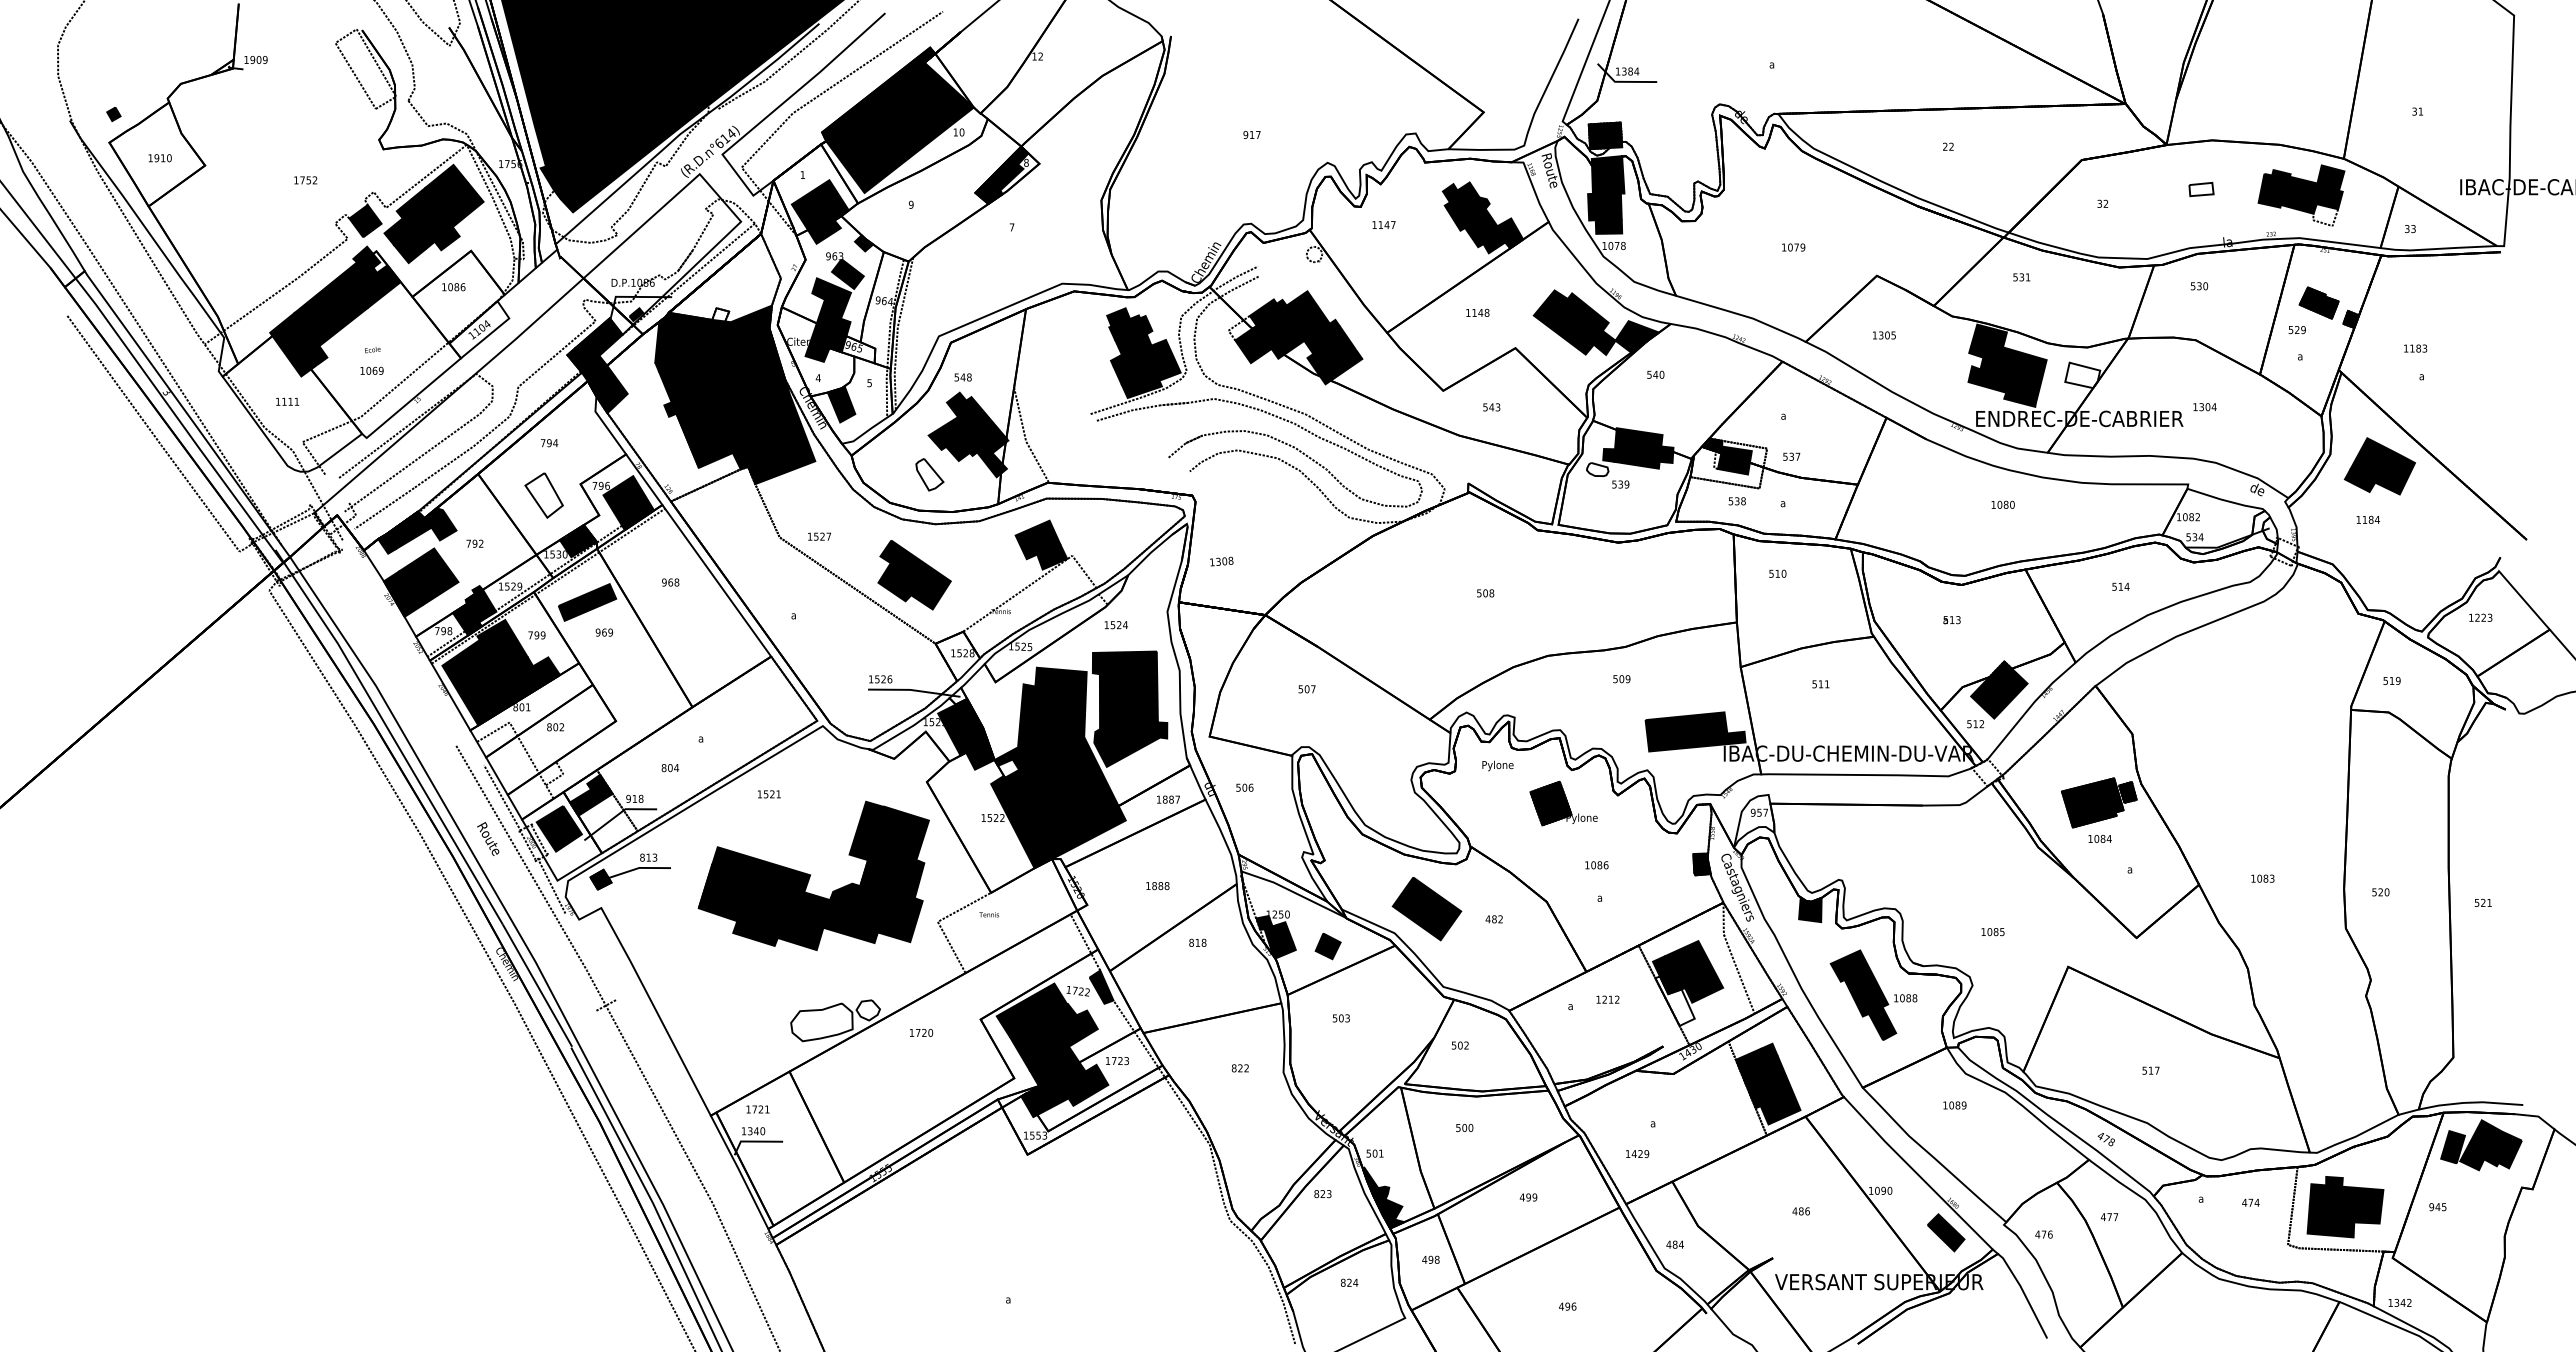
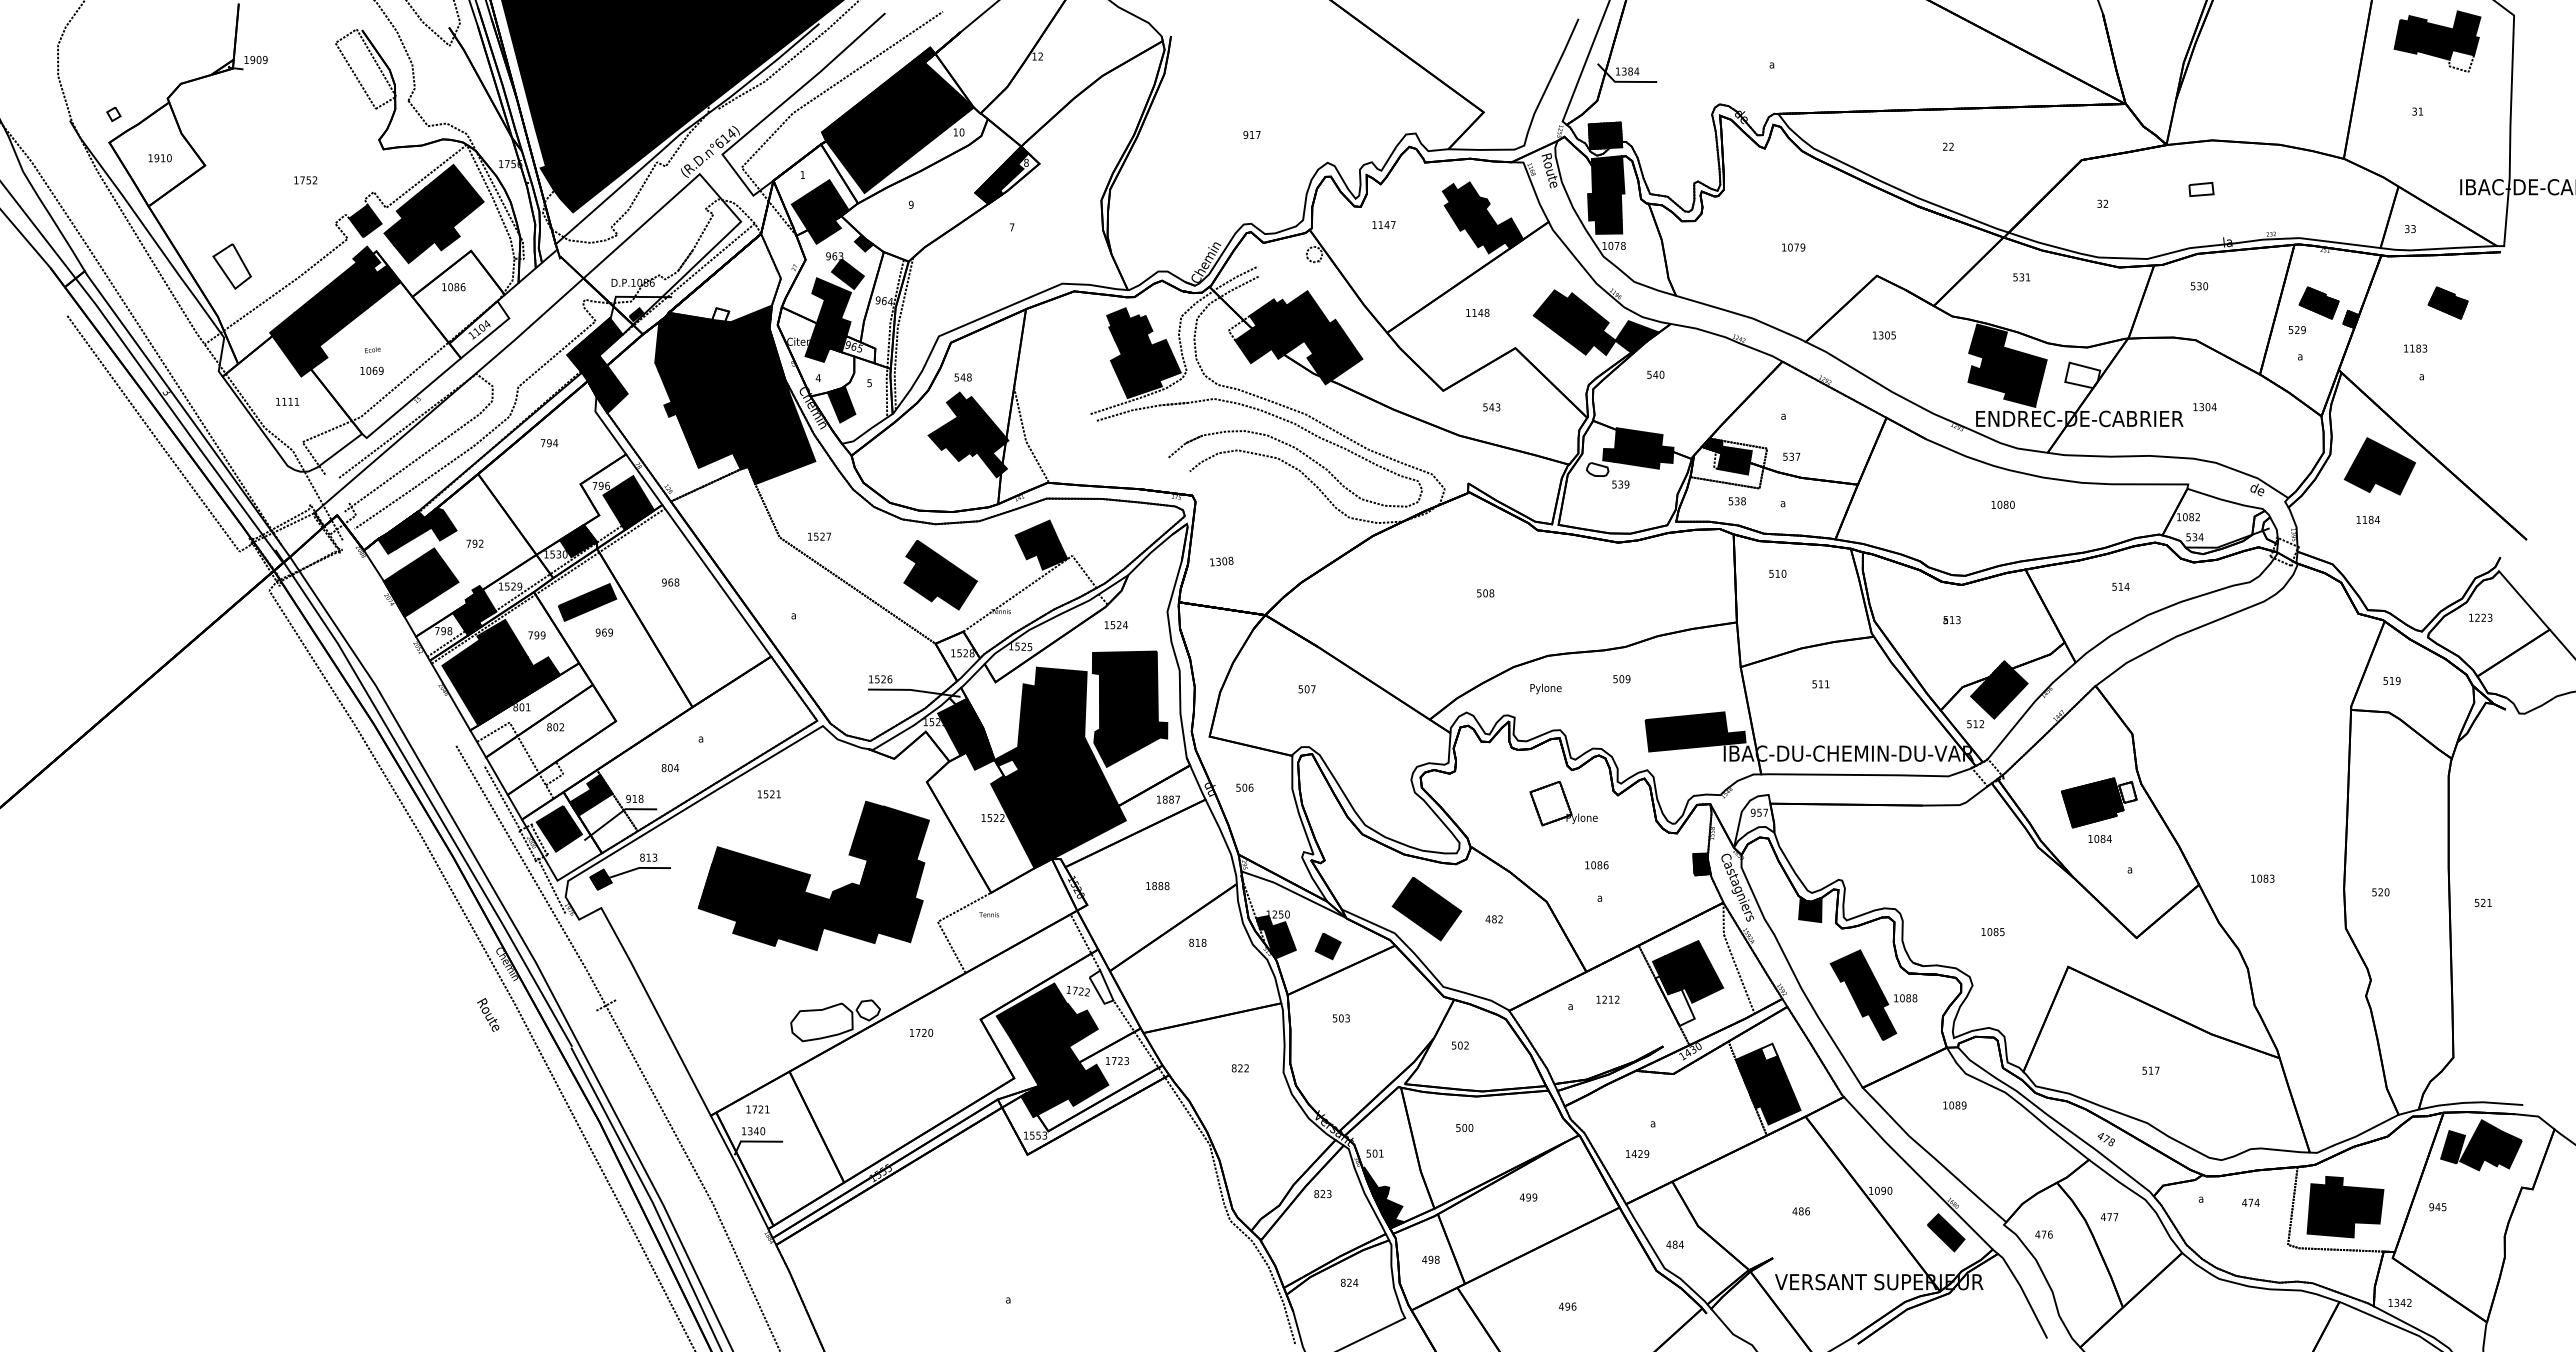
fill at (113, 114): present -> none
part at (2301, 195) position: (2301, 195) -> (2437, 41)
part at (2447, 302): none -> present
part at (929, 474): present -> none
part at (543, 495) position: (543, 495) -> (231, 266)
part at (914, 575) position: (914, 575) -> (940, 575)
text at (1497, 765) position: (1497, 765) -> (1545, 688)
fill at (2127, 792): present -> none
fill at (1550, 803): present -> none
text at (488, 838) position: (488, 838) -> (488, 1014)
fill at (1101, 986): present -> none
fill at (1768, 1052): present -> none
